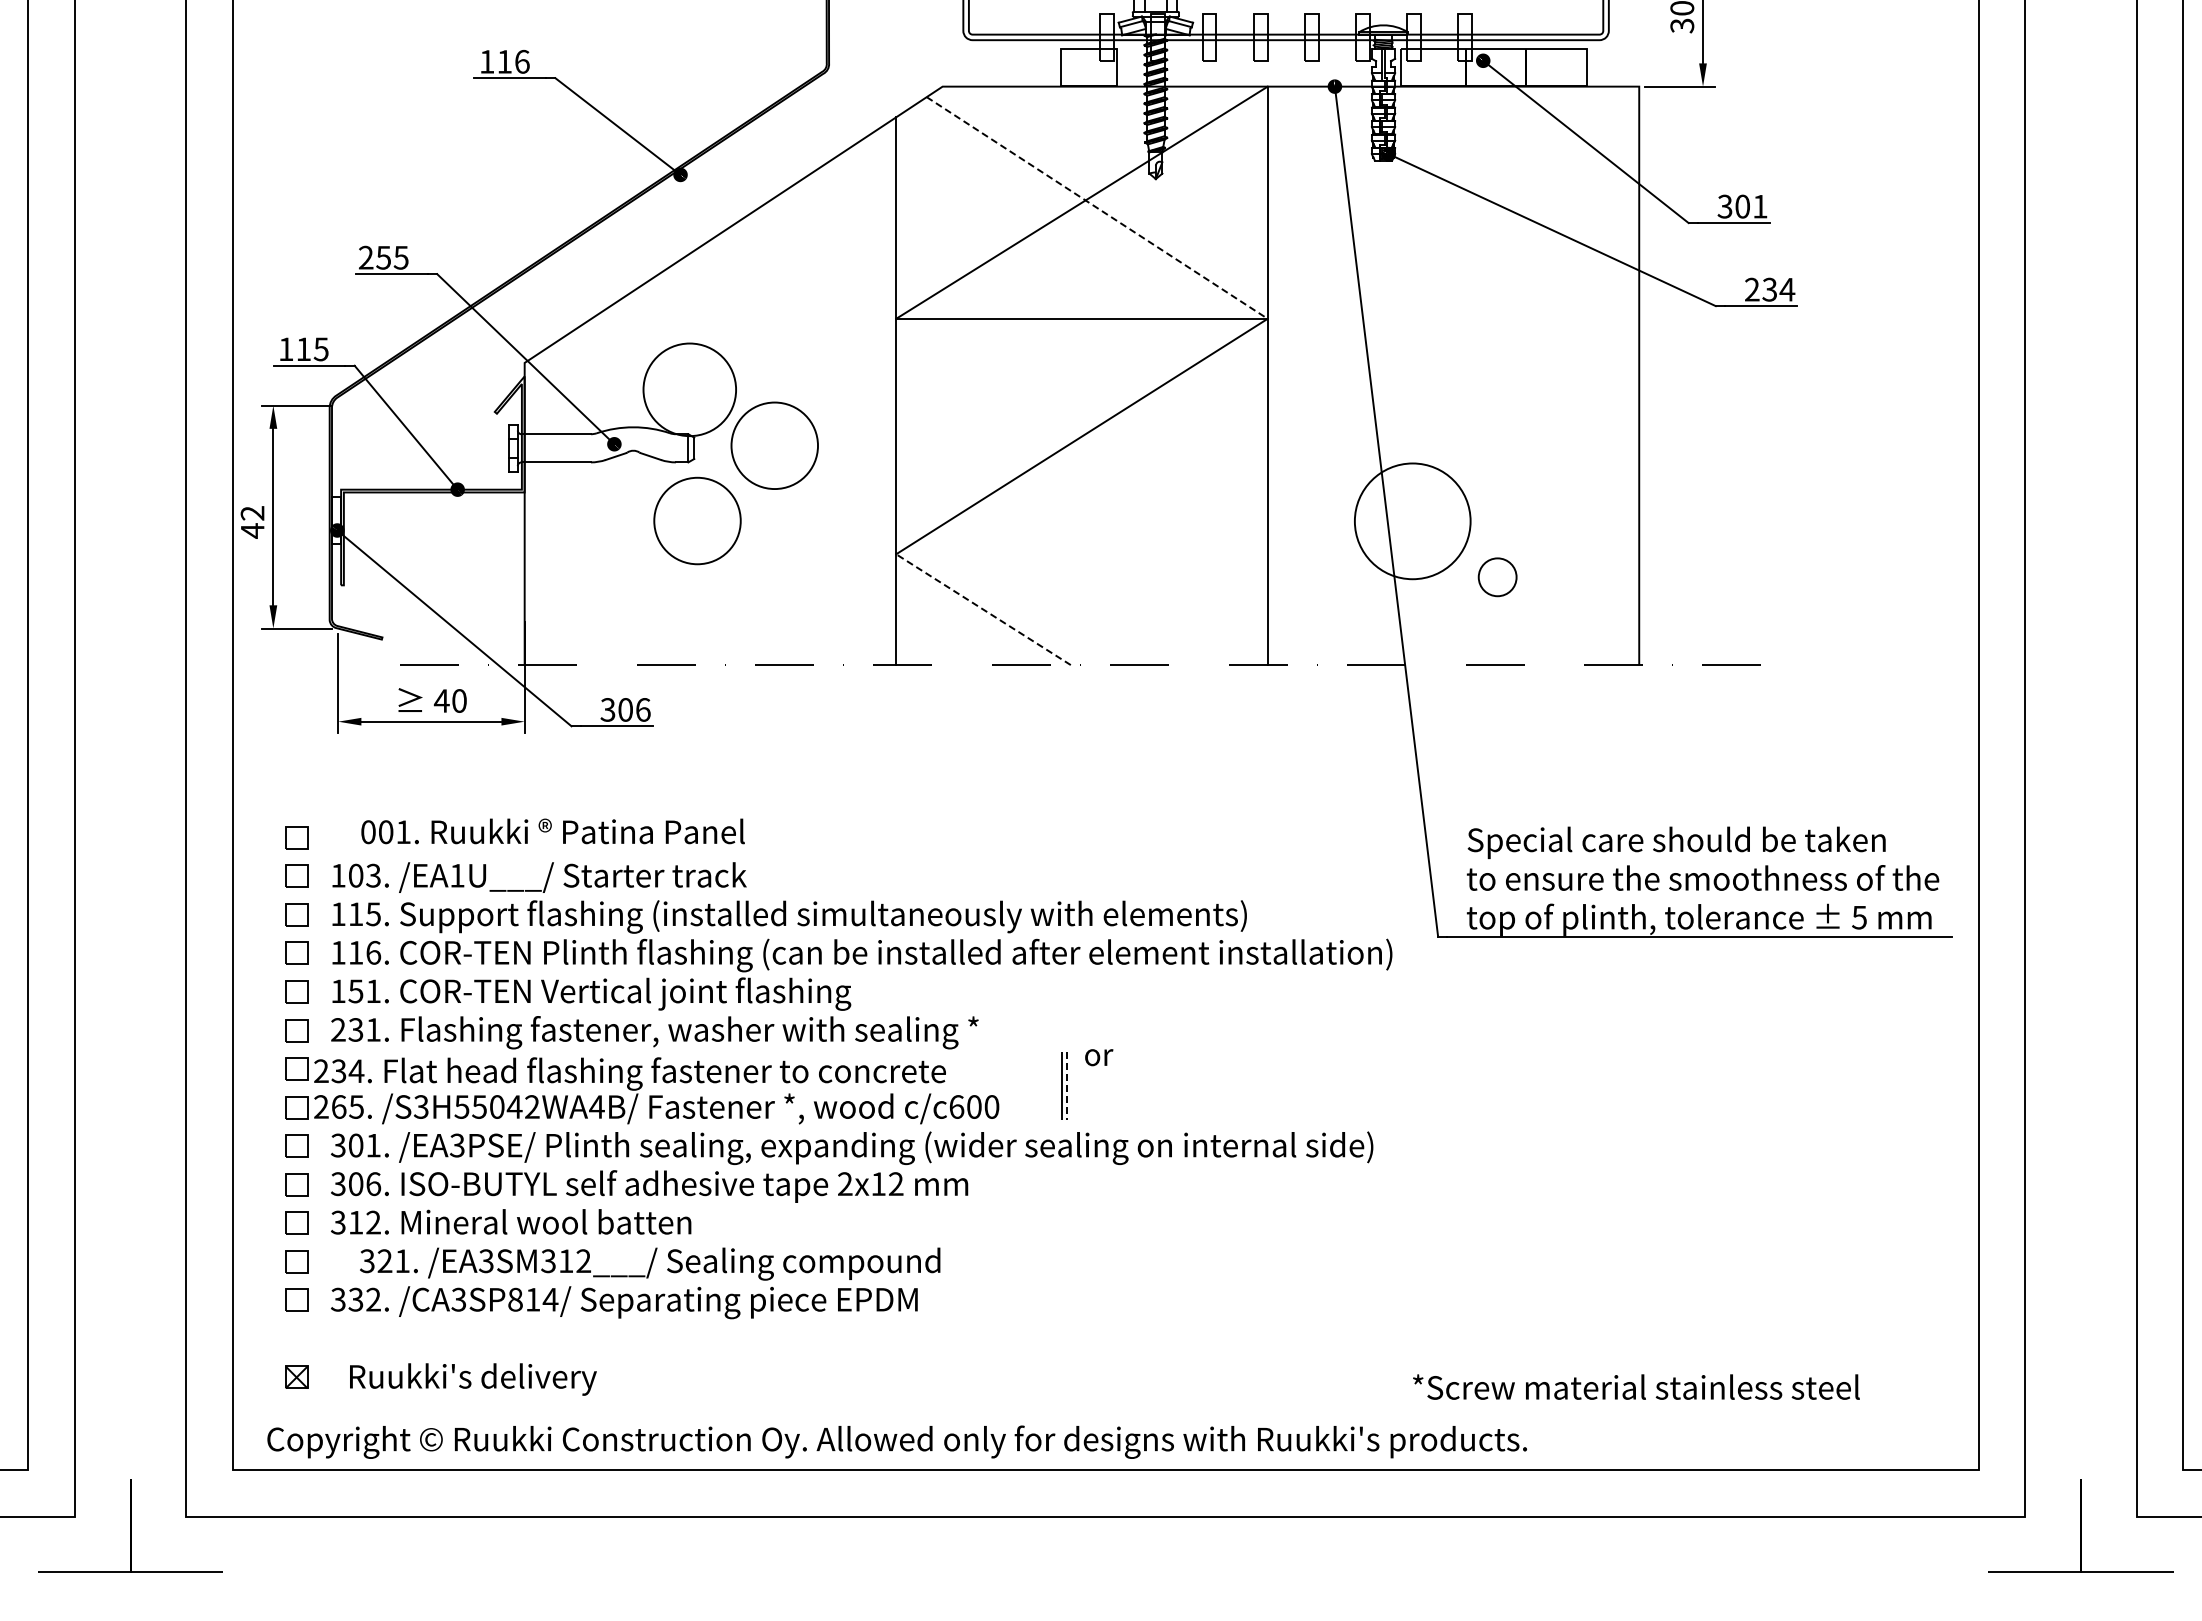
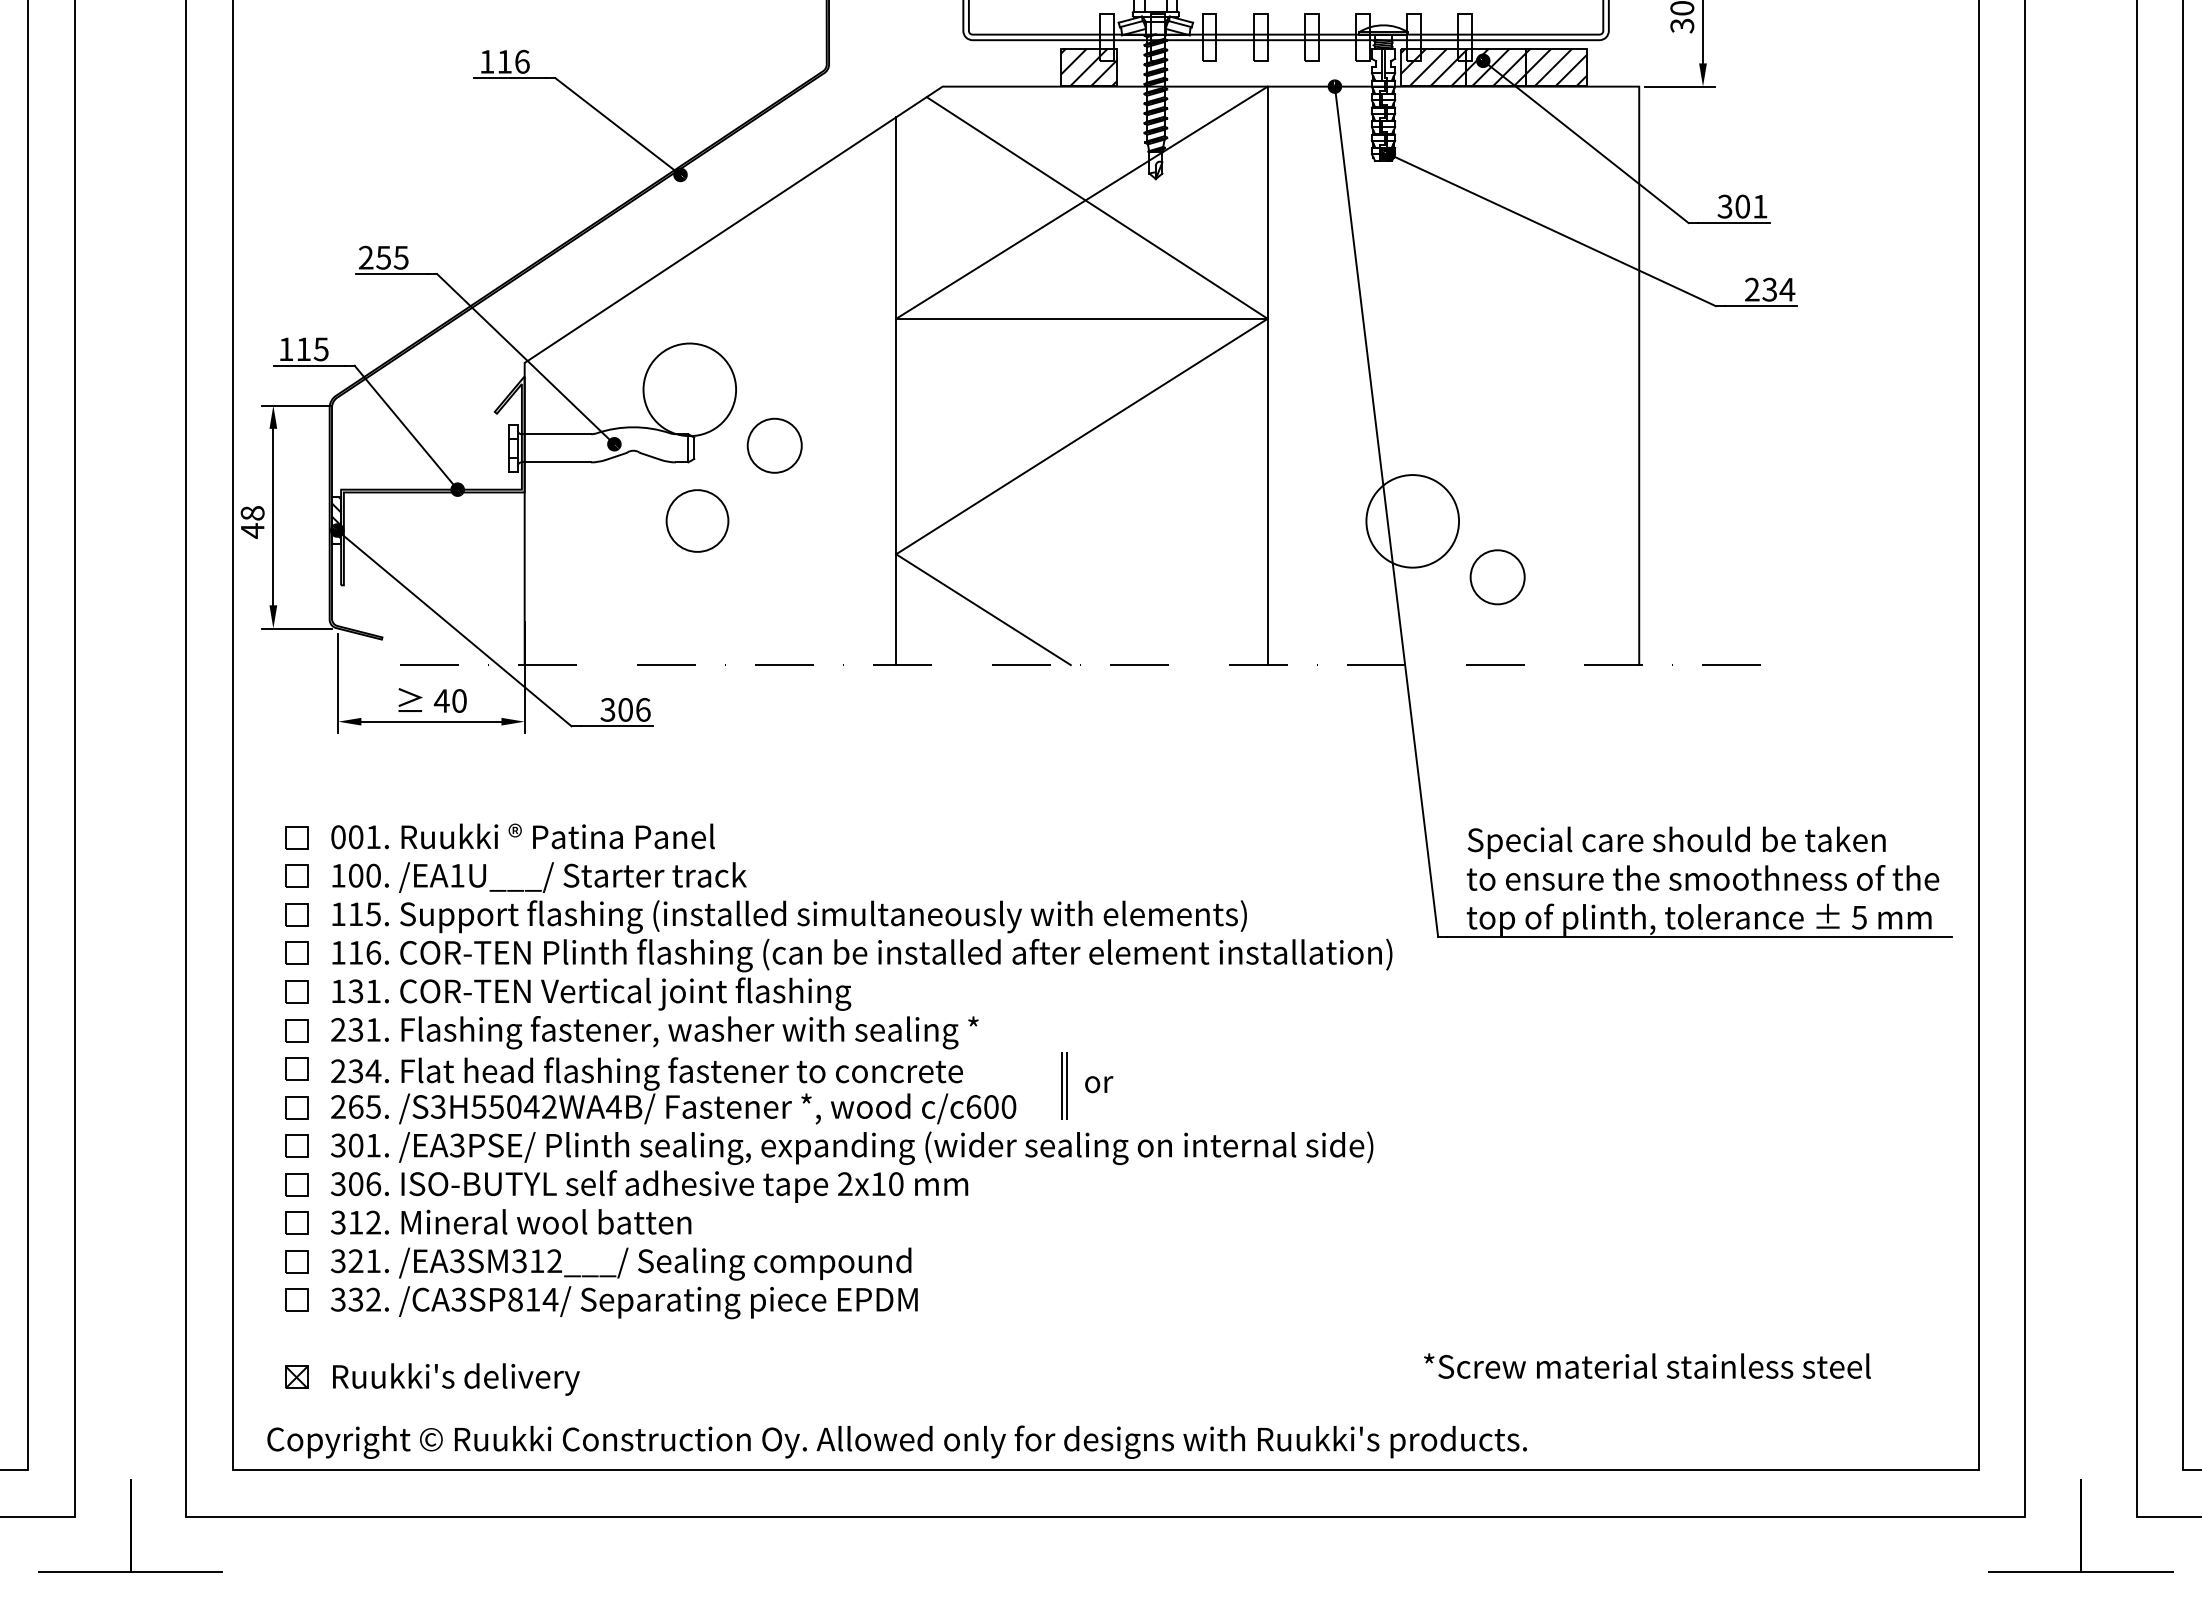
hatch at (1089, 66): none -> present
hatch at (1493, 66): none -> present
line at (1097, 208): dashed -> solid
circle at (774, 445) diameter: 86 px -> 54 px
text at (252, 513): 42 -> 48
hatch at (336, 520): none -> present
circle at (697, 520) diameter: 86 px -> 62 px
circle at (1412, 521) diameter: 116 px -> 93 px
circle at (1497, 577) diameter: 38 px -> 54 px
line at (983, 609): dashed -> solid
text at (552, 831) position: (552, 831) -> (522, 836)
text at (373, 875): 103. -> 100.
text at (355, 990): 151. -> 131.
text at (1099, 1057) position: (1099, 1057) -> (1099, 1084)
line at (1067, 1086): dashed -> solid
text at (656, 1090) position: (656, 1090) -> (673, 1090)
text at (896, 1184): 2x12 -> 2x10
text at (650, 1263) position: (650, 1263) -> (621, 1263)
text at (473, 1379) position: (473, 1379) -> (456, 1379)
text at (1636, 1386) position: (1636, 1386) -> (1647, 1365)
